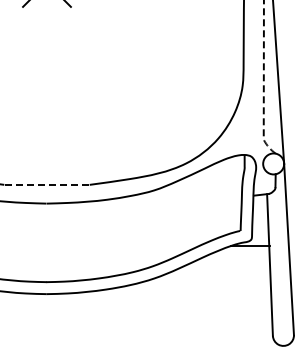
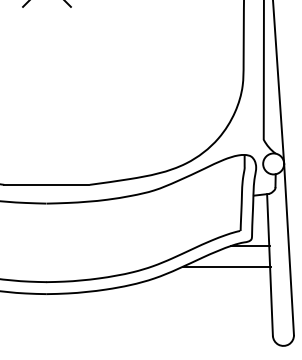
line at (263, 81): dashed -> solid
line at (46, 184): dashed -> solid
line at (226, 266): none -> present
